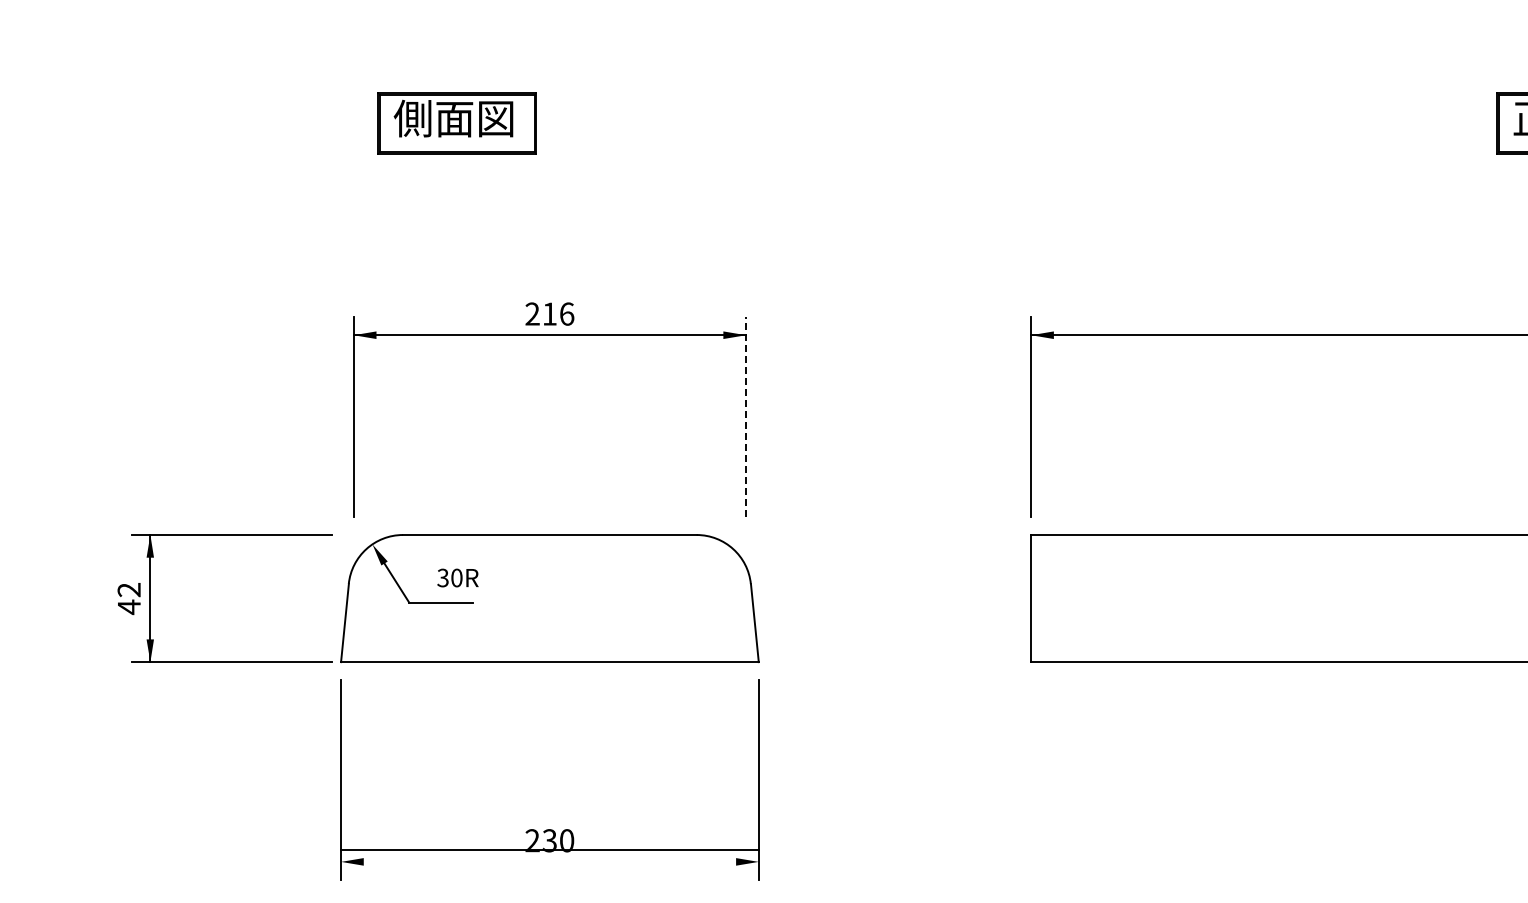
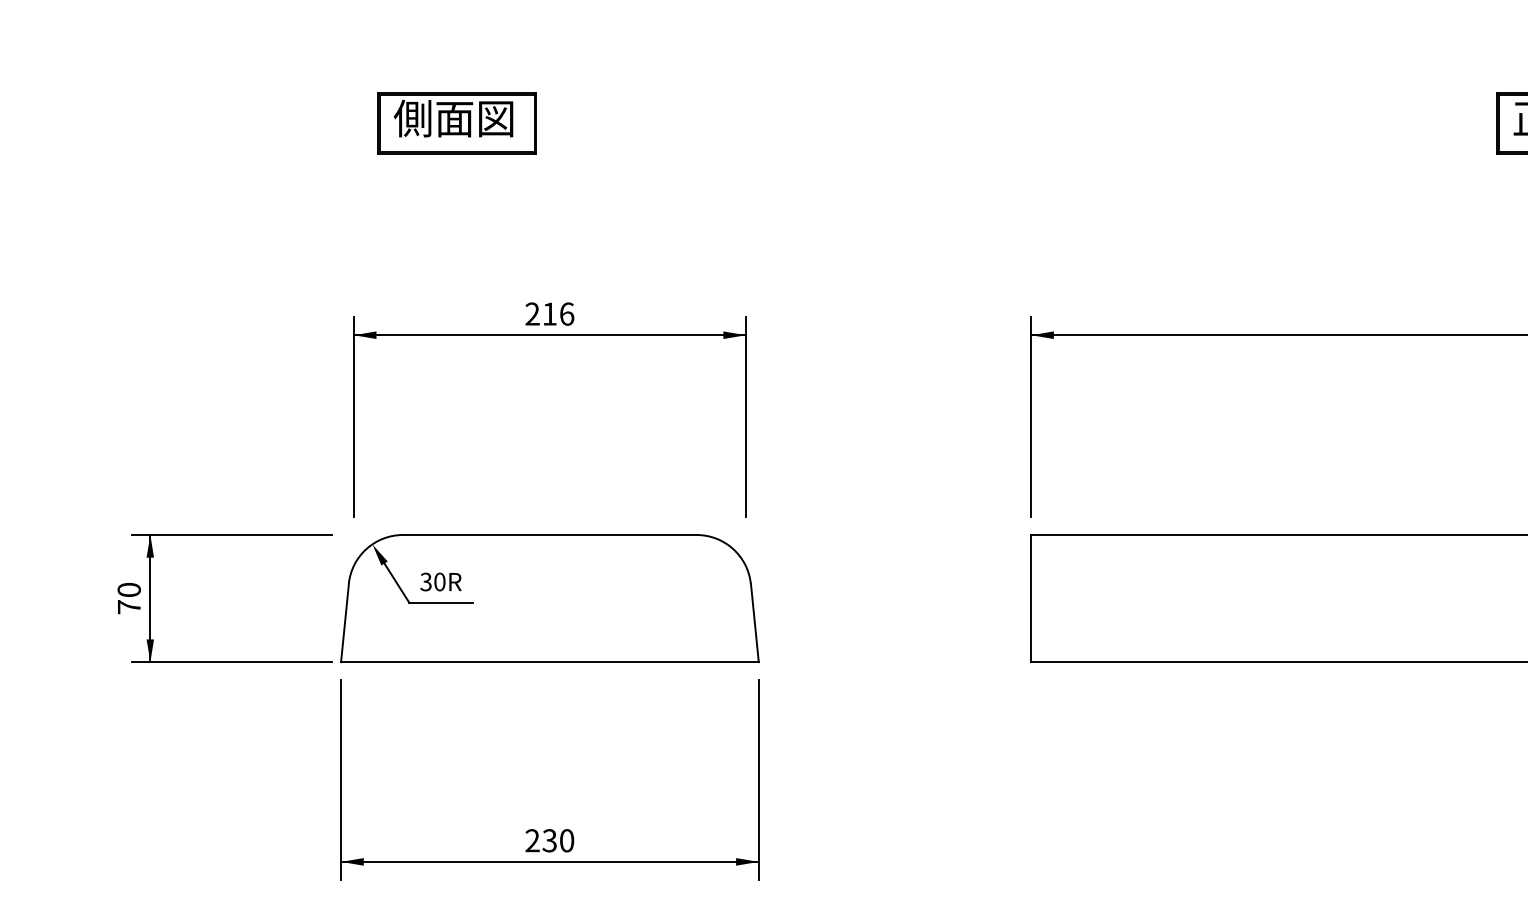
line at (746, 416): dashed -> solid
text at (457, 577) position: (457, 577) -> (440, 581)
text at (128, 599): 42 -> 70
line at (549, 849) position: (549, 849) -> (549, 861)
